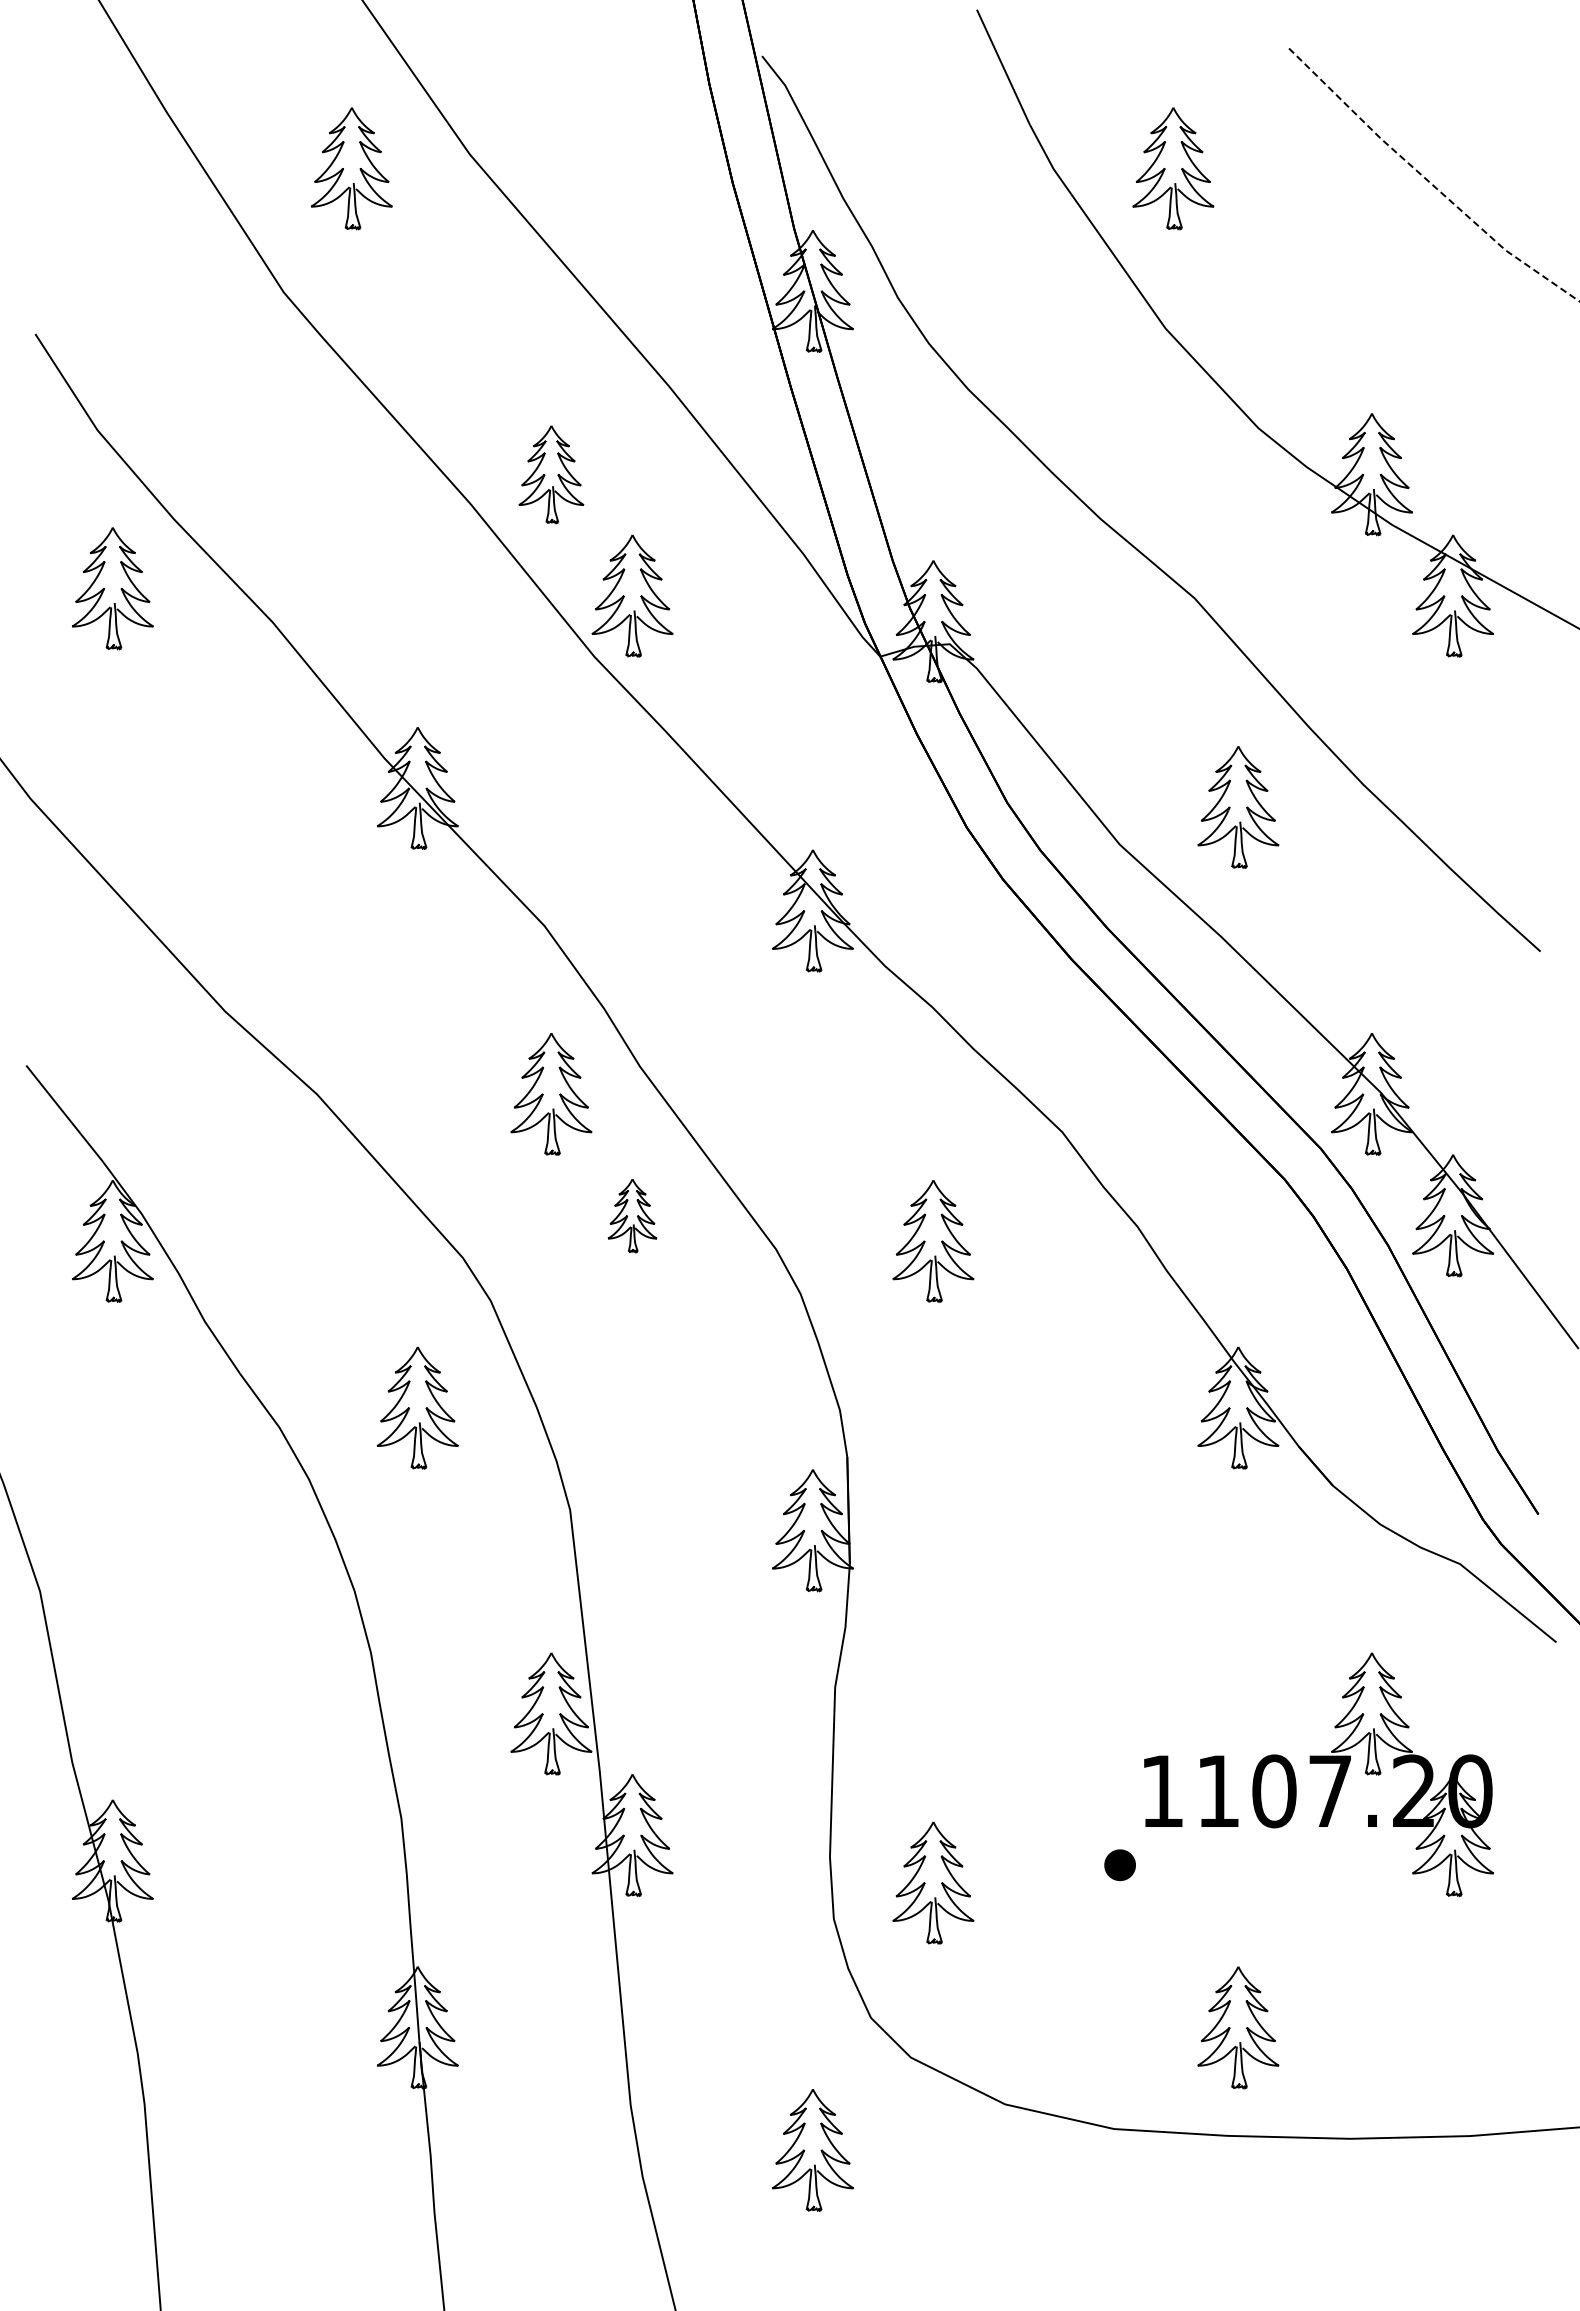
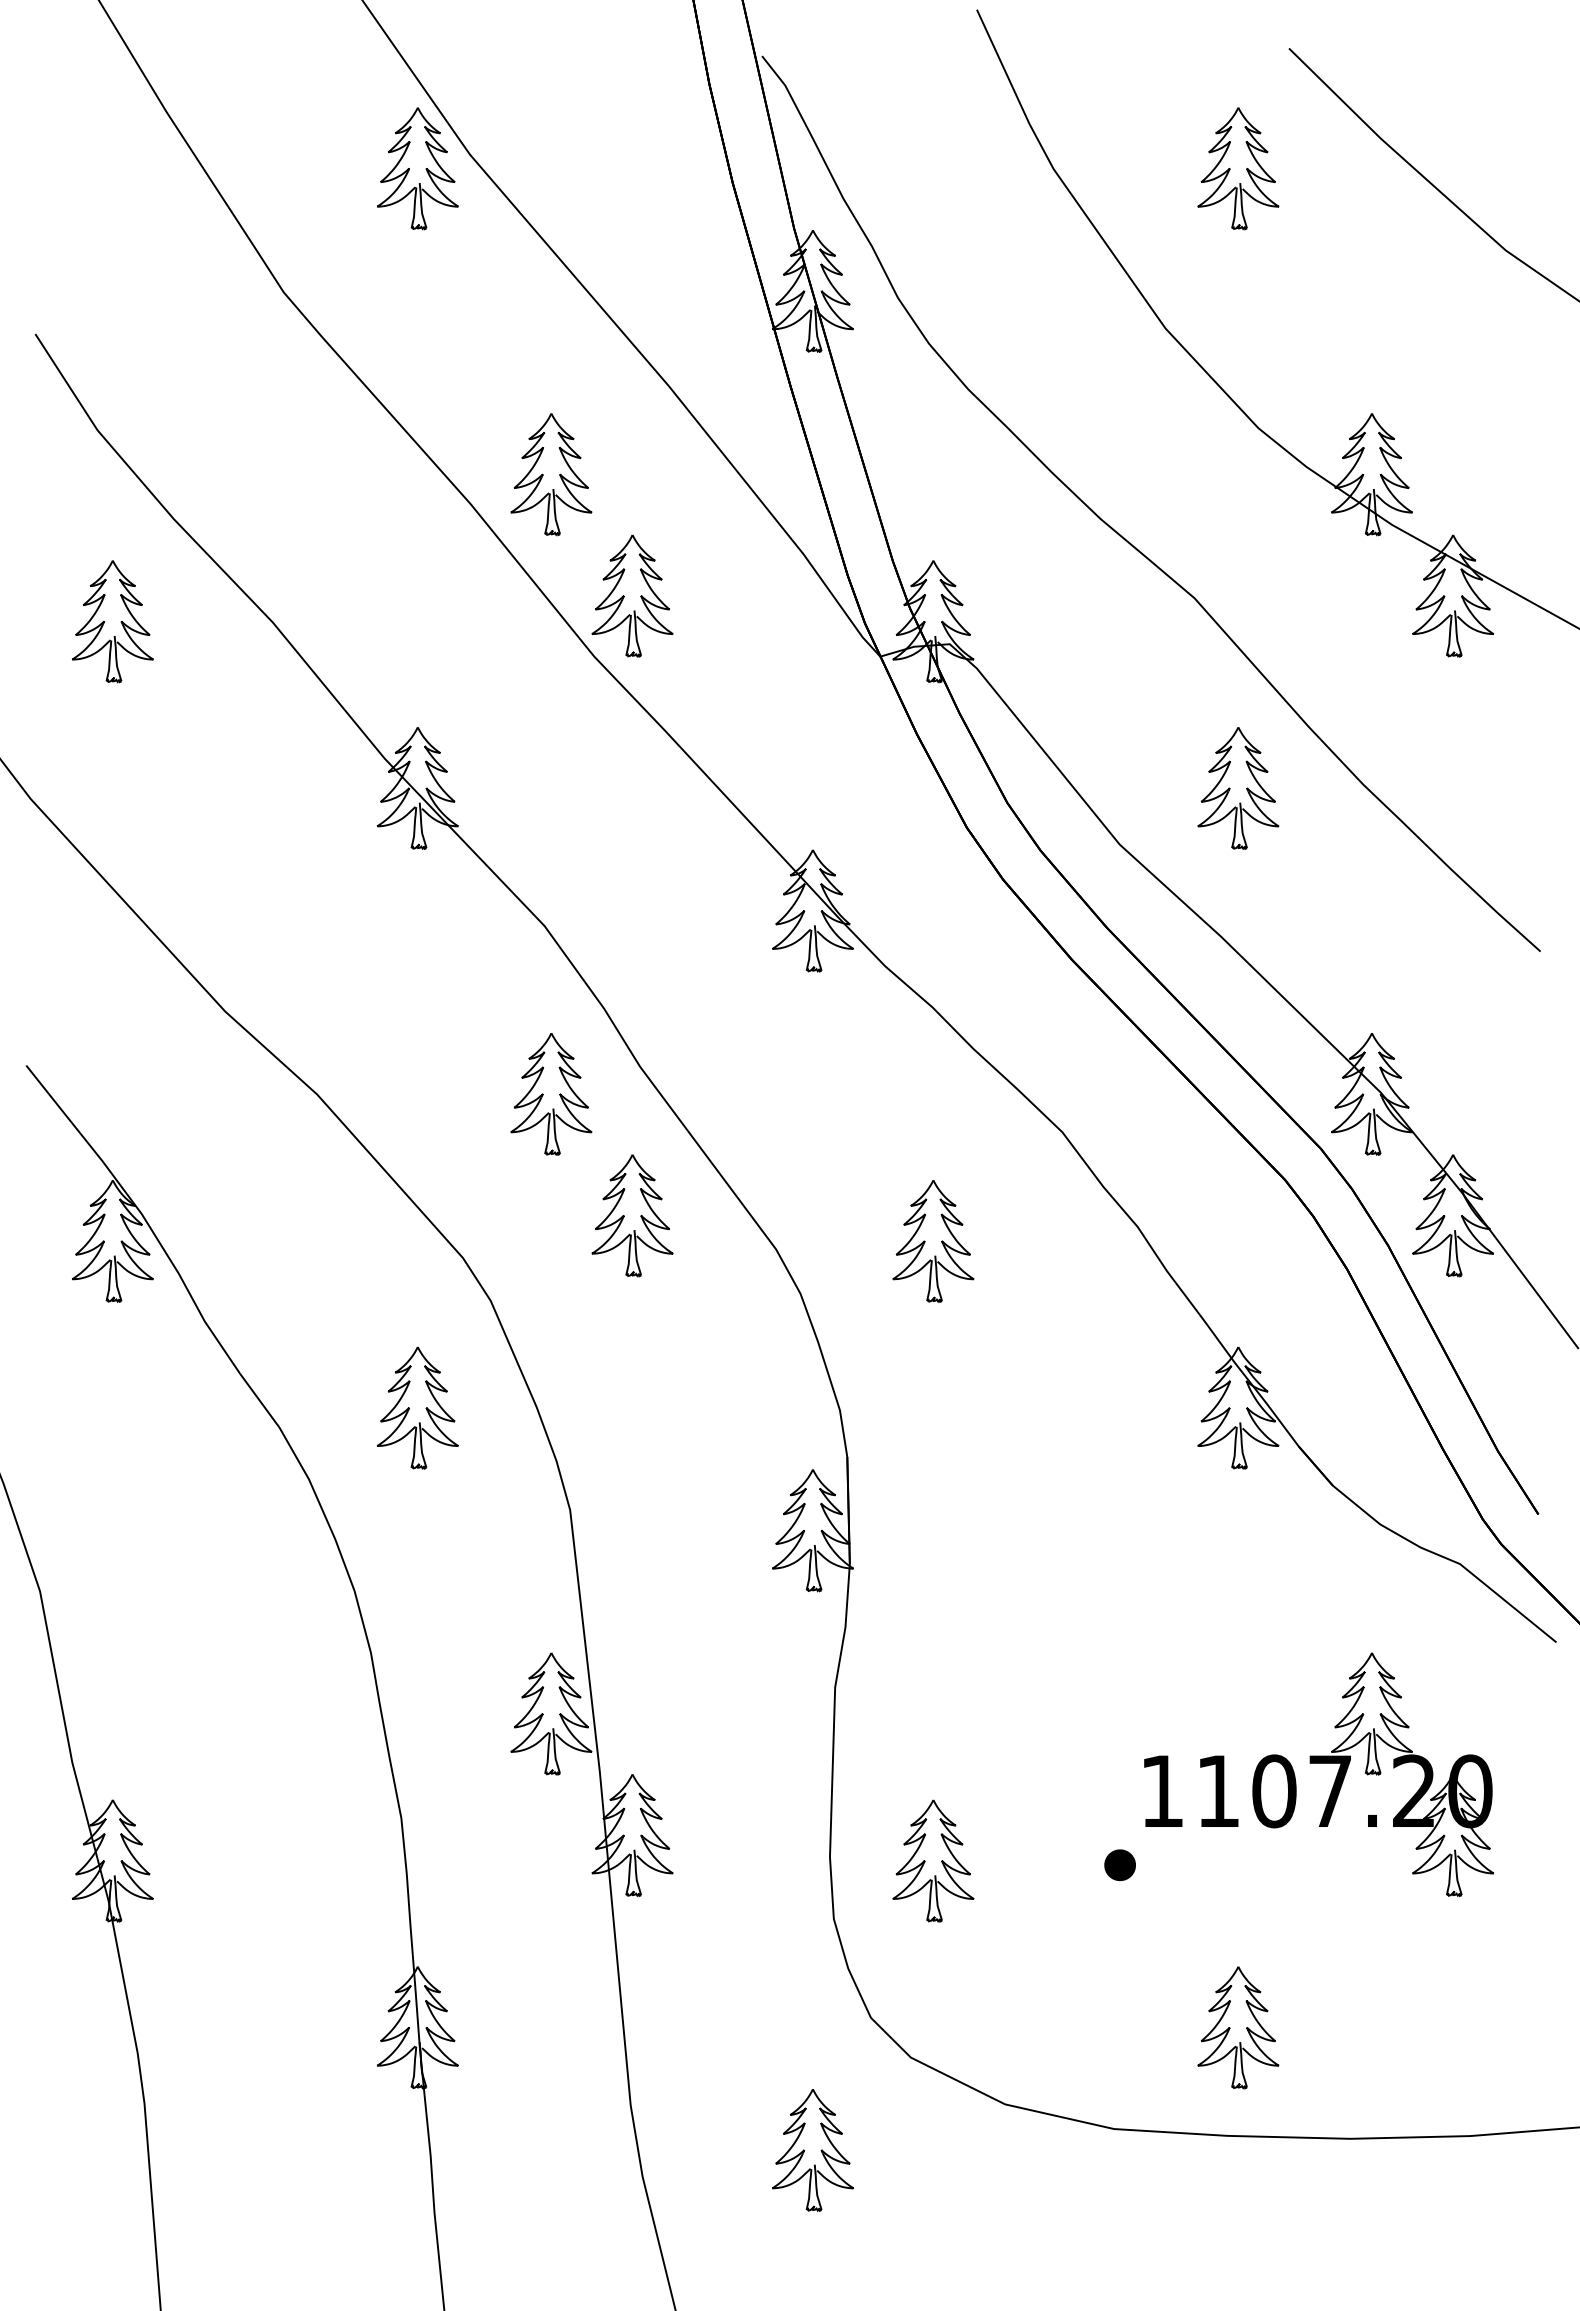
part at (351, 168) position: (351, 168) -> (417, 168)
part at (1173, 168) position: (1173, 168) -> (1238, 168)
line at (1429, 181): dashed -> solid
part at (551, 474) size: 67x100 px -> 83x124 px
part at (112, 588) position: (112, 588) -> (112, 621)
part at (1238, 807) position: (1238, 807) -> (1238, 788)
part at (632, 1216) size: 51x75 px -> 83x124 px
part at (933, 1882) position: (933, 1882) -> (933, 1860)
